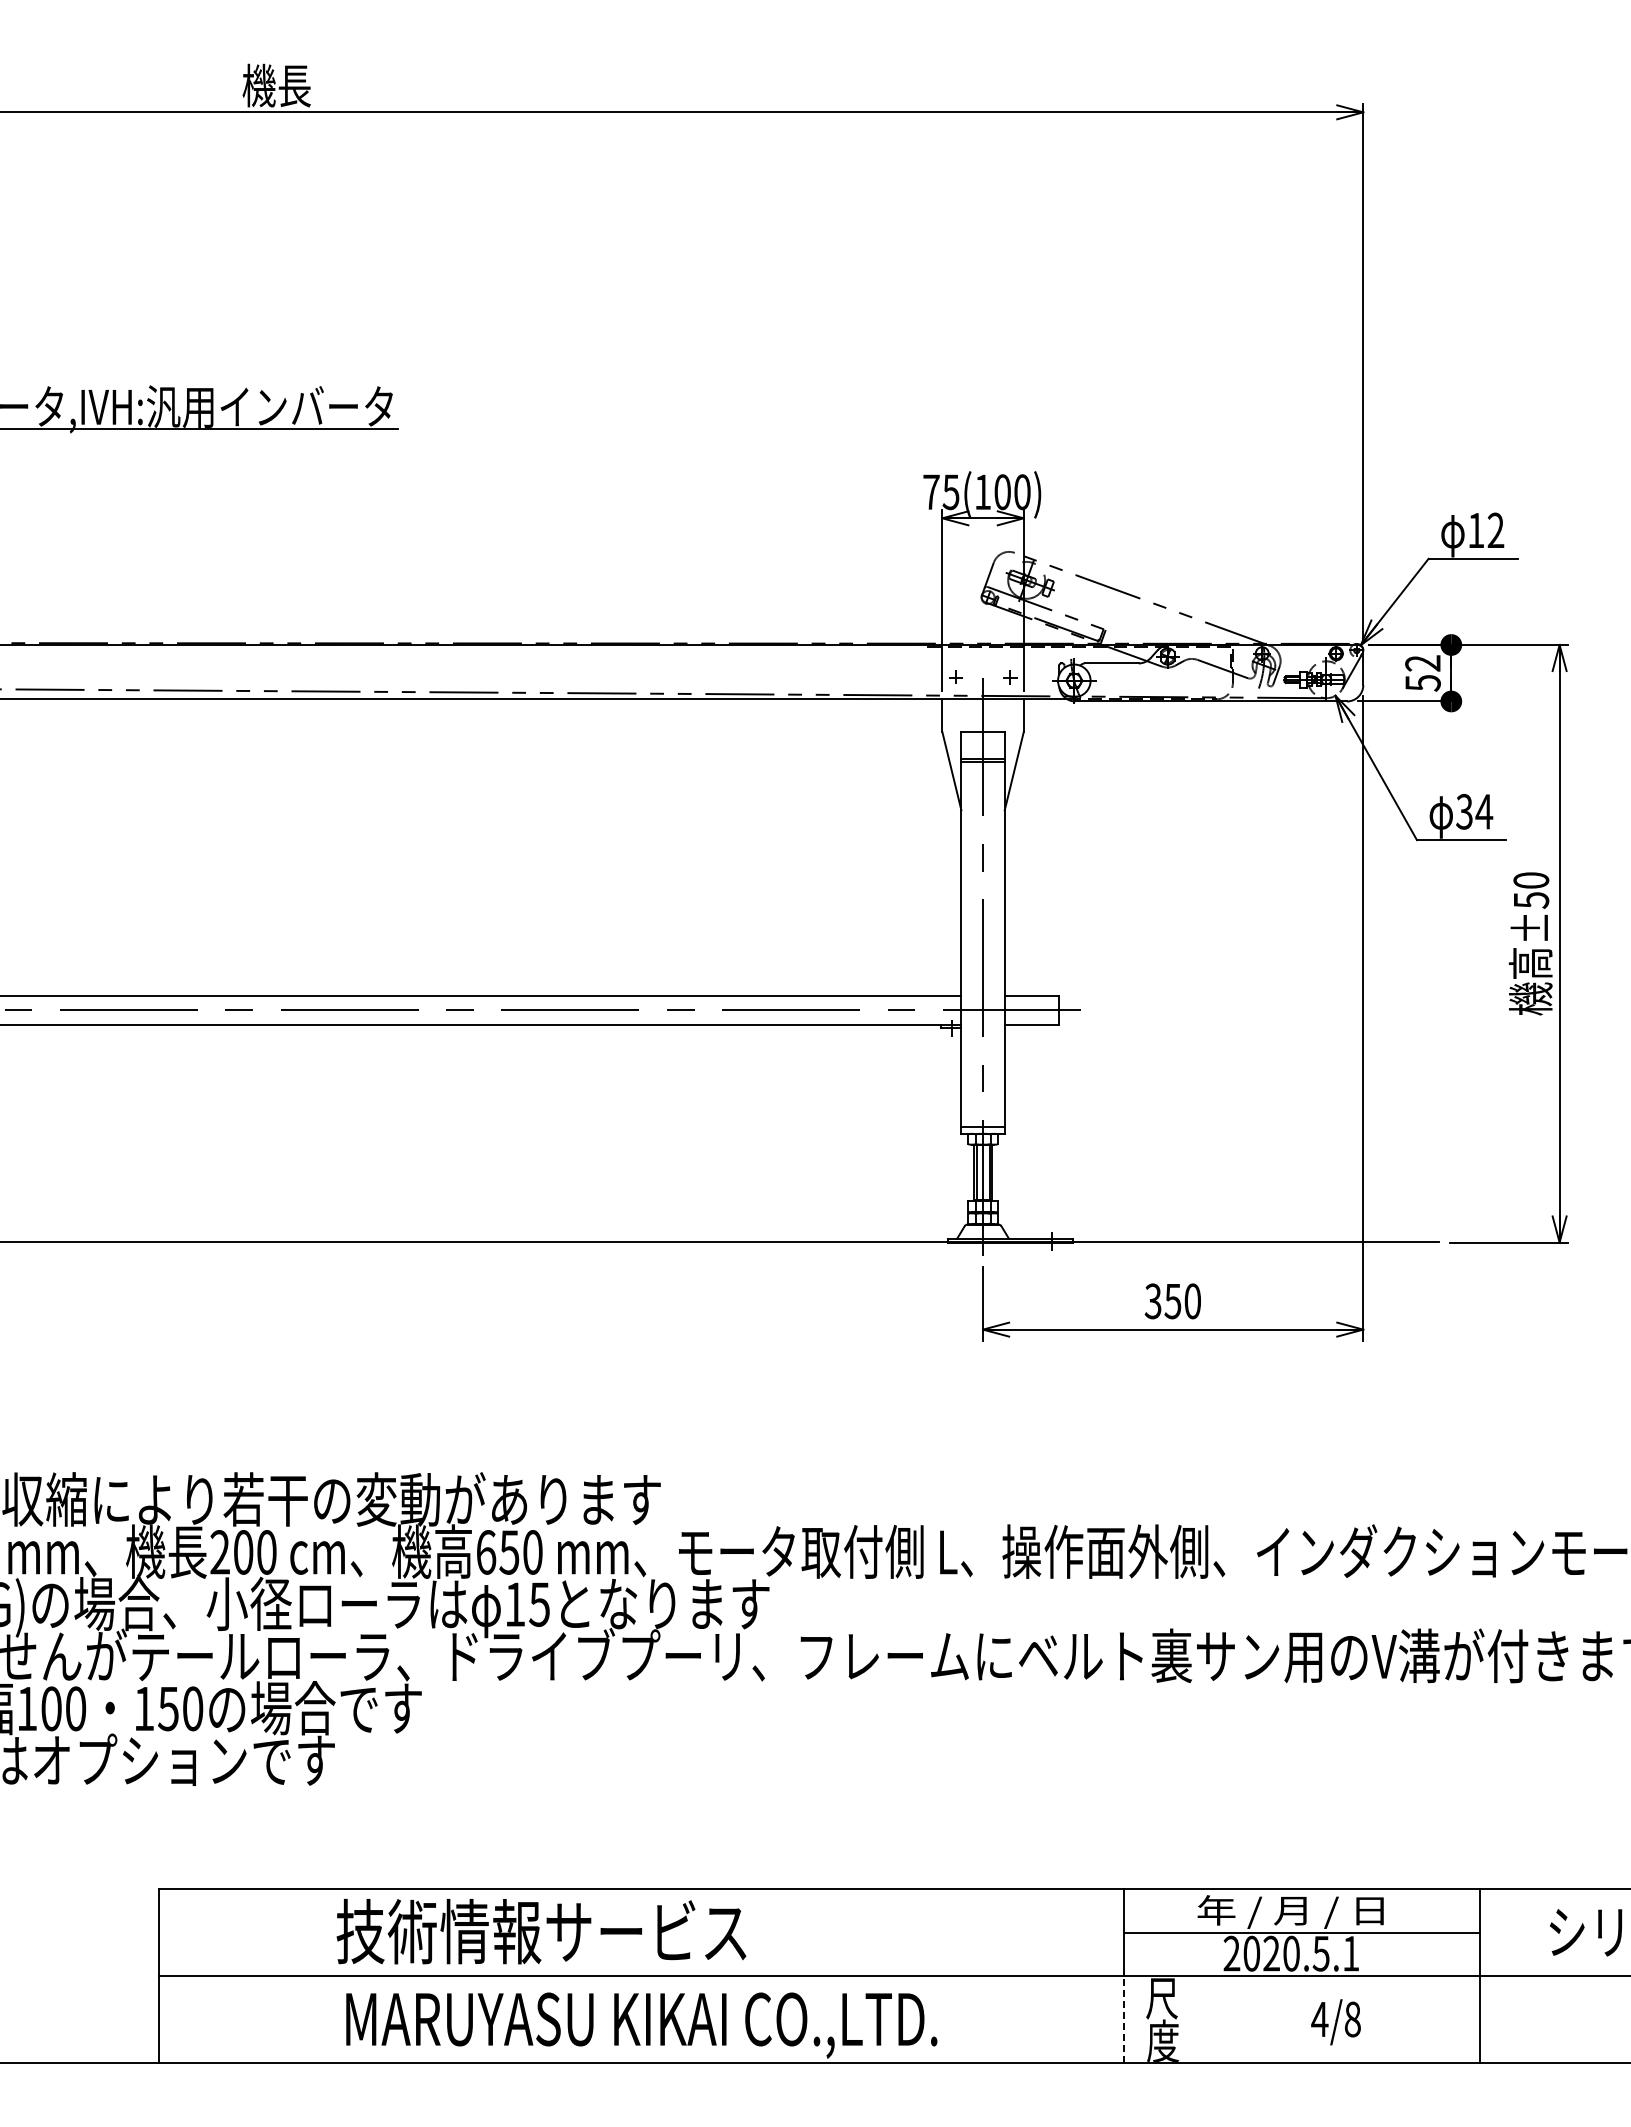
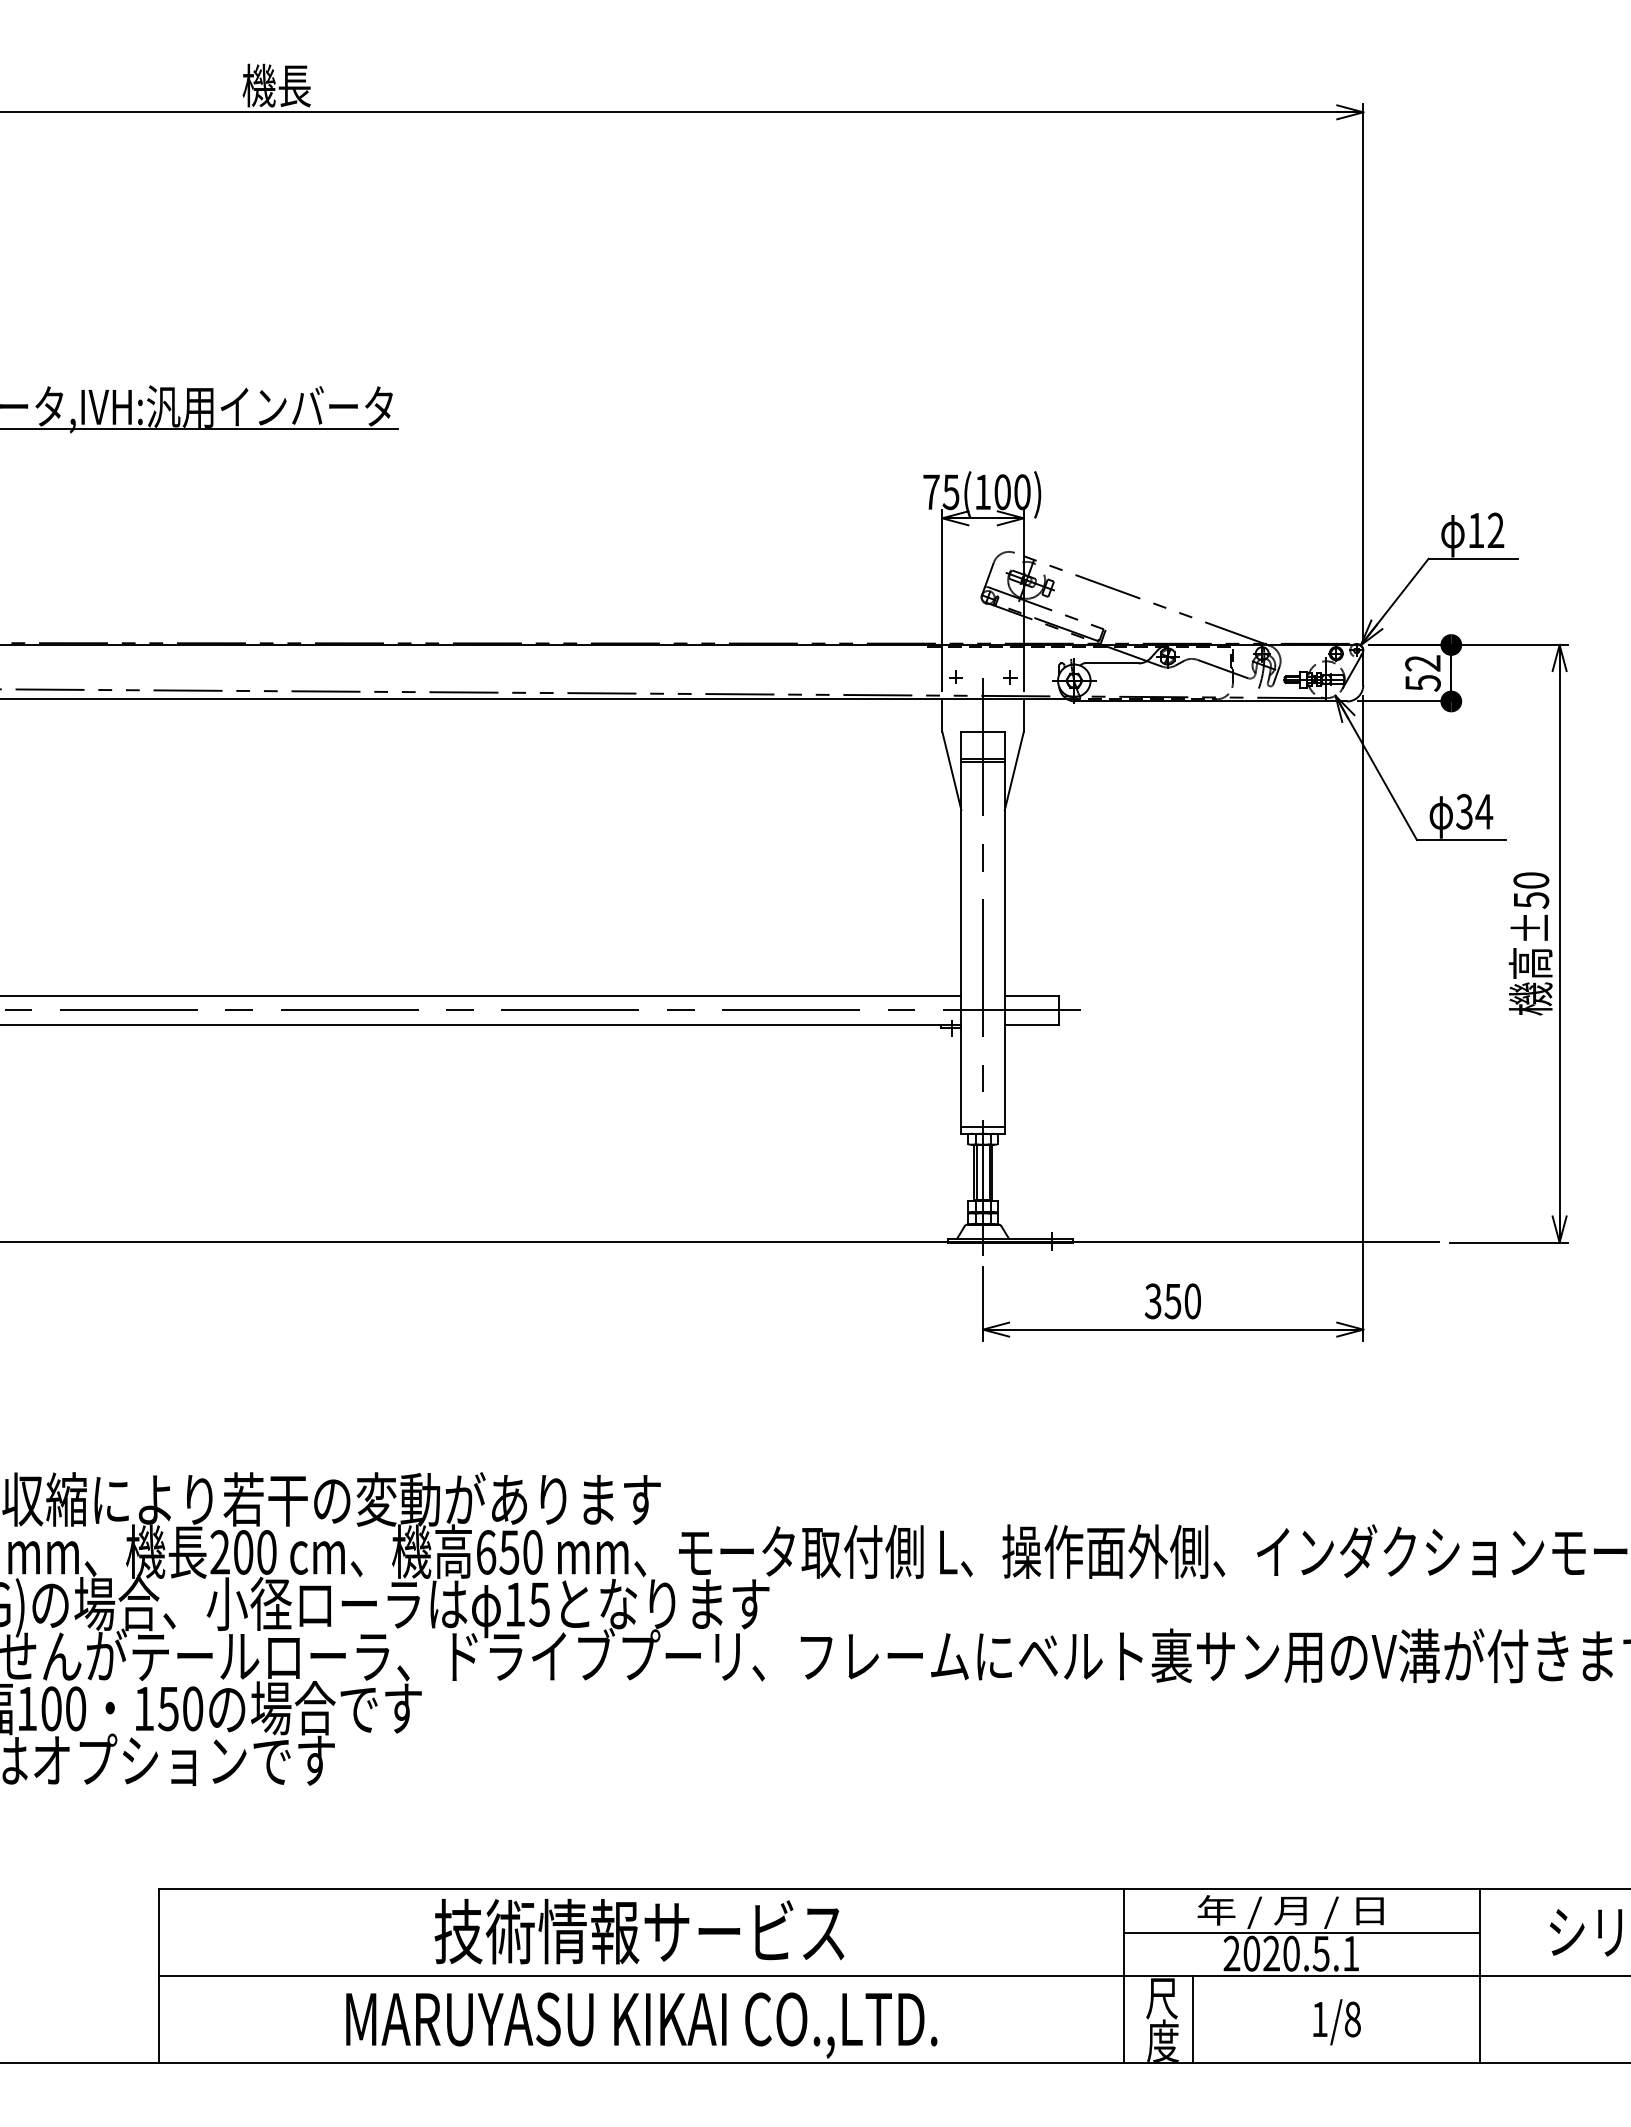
text at (541, 1931) position: (541, 1931) -> (639, 1931)
line at (1123, 2019): dashed -> solid
line at (1193, 2019): none -> present
text at (1319, 2019): 4/8 -> 1/8
